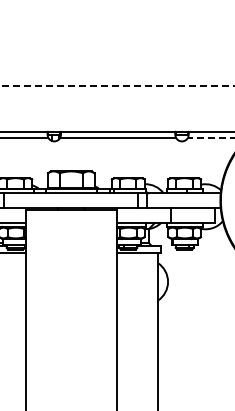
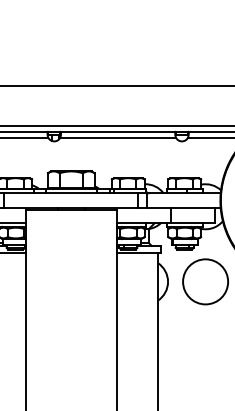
line at (117, 85): dashed -> solid
line at (116, 125): none -> present
line at (210, 137): dashed -> solid
circle at (205, 281): none -> present
